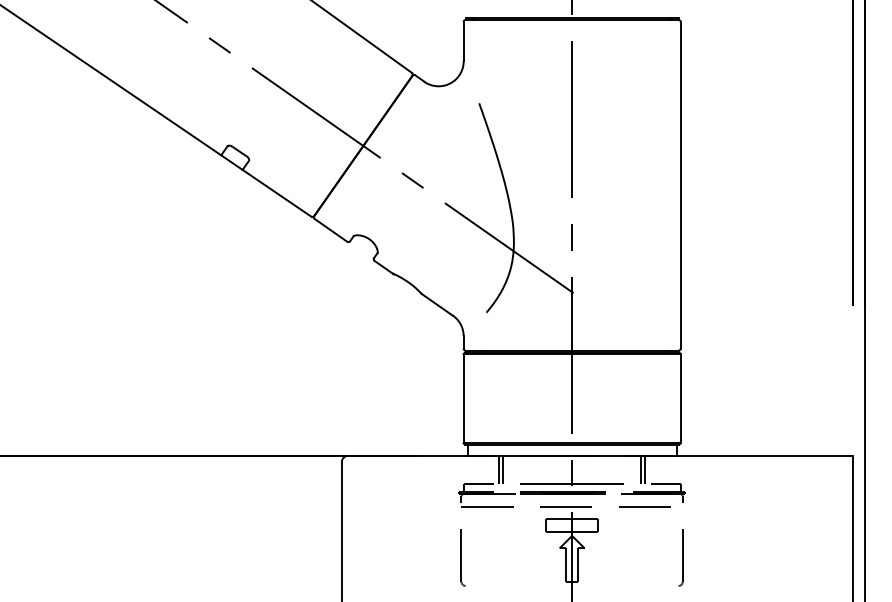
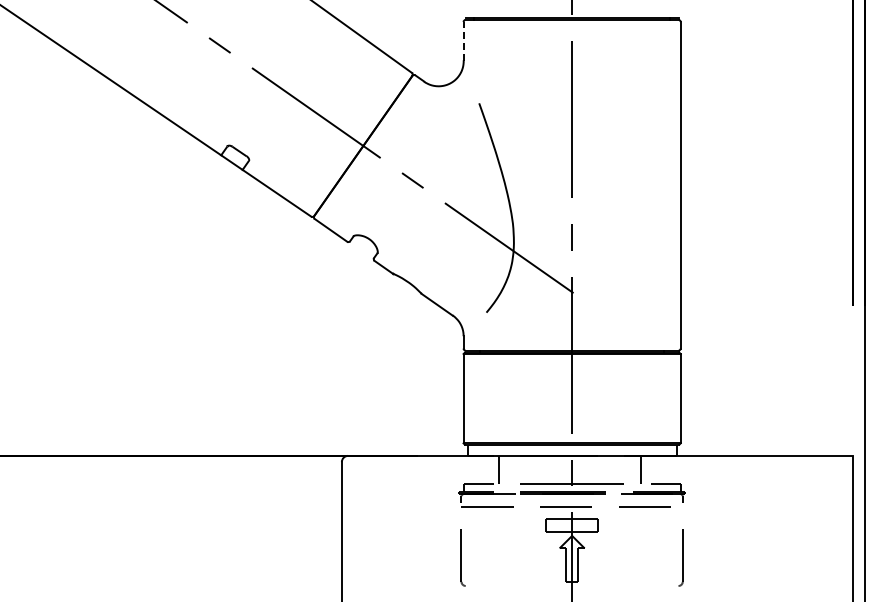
line at (463, 40): solid -> dashed
line at (503, 469): present -> none
line at (645, 469): present -> none
